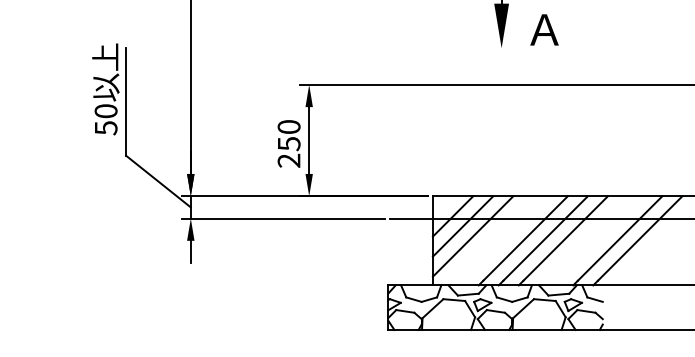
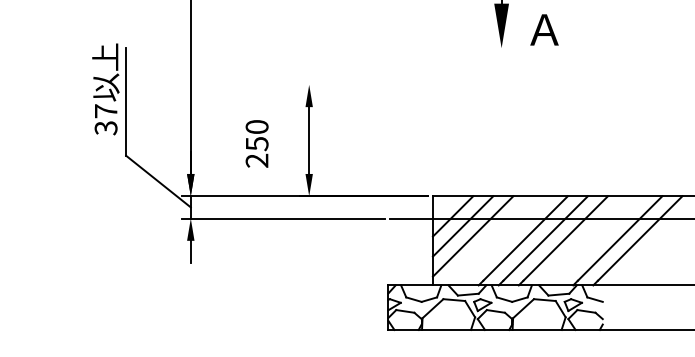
line at (495, 84): present -> none
text at (105, 119): 50 -> 37
text at (288, 143) position: (288, 143) -> (256, 143)
